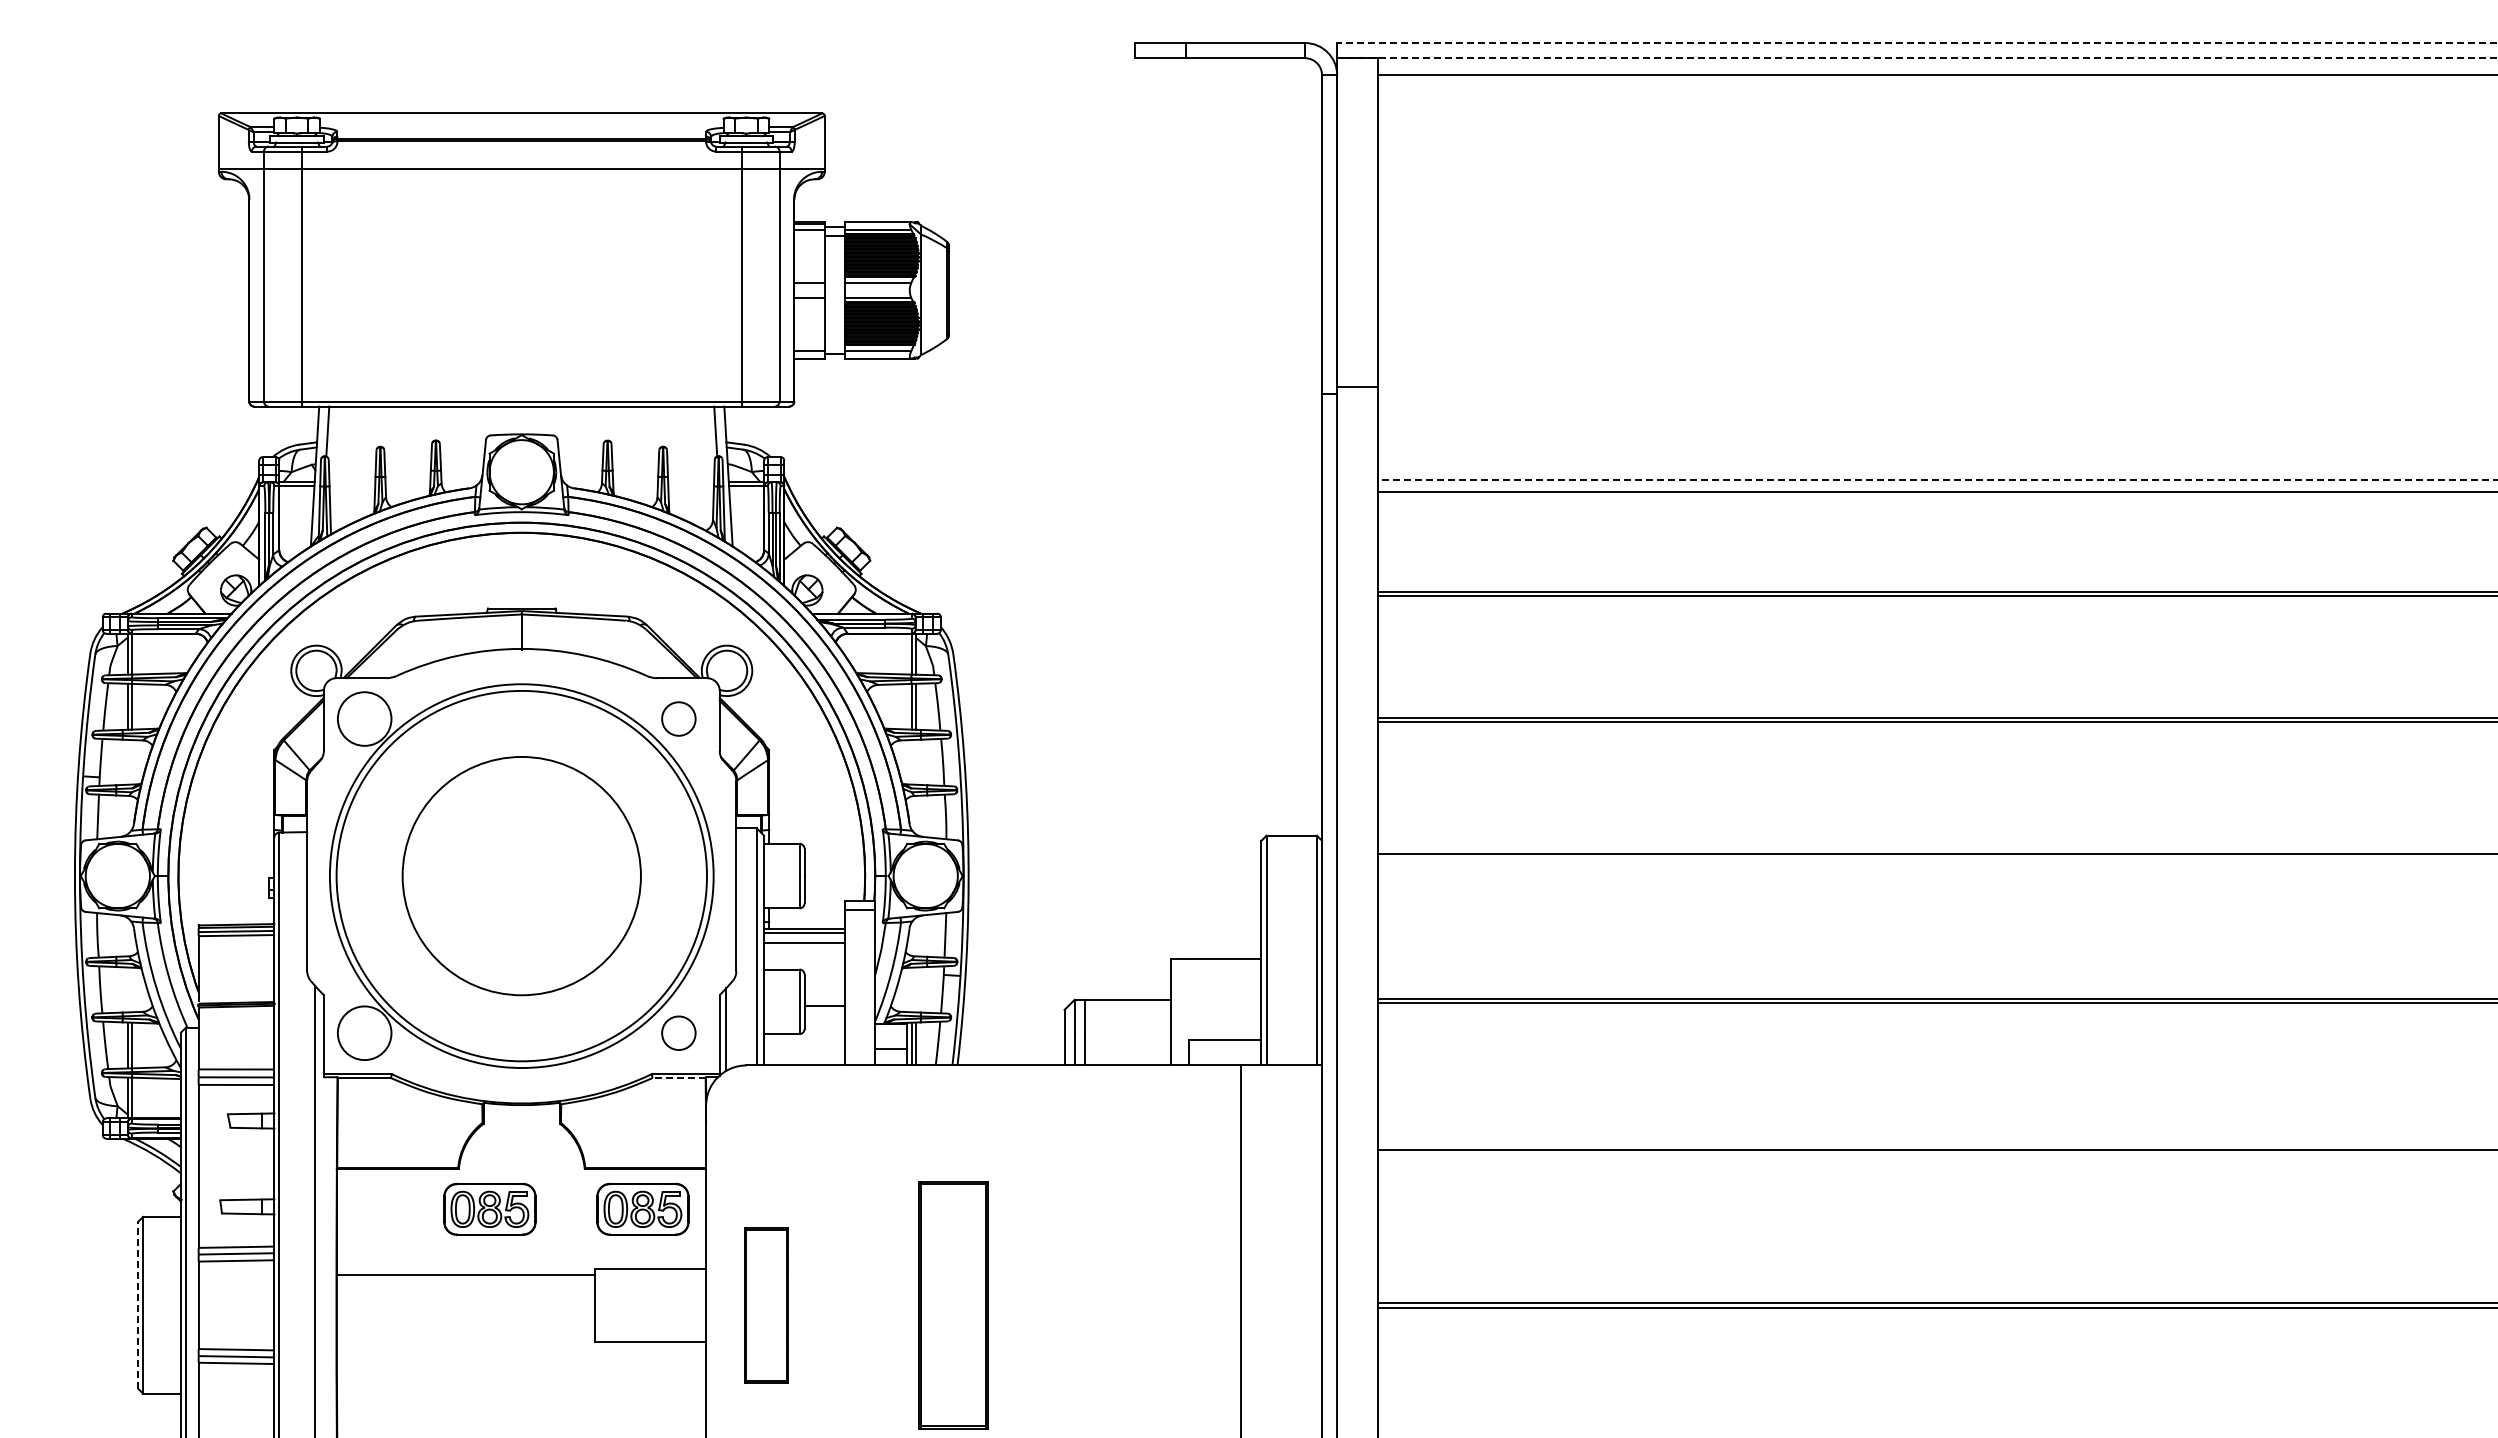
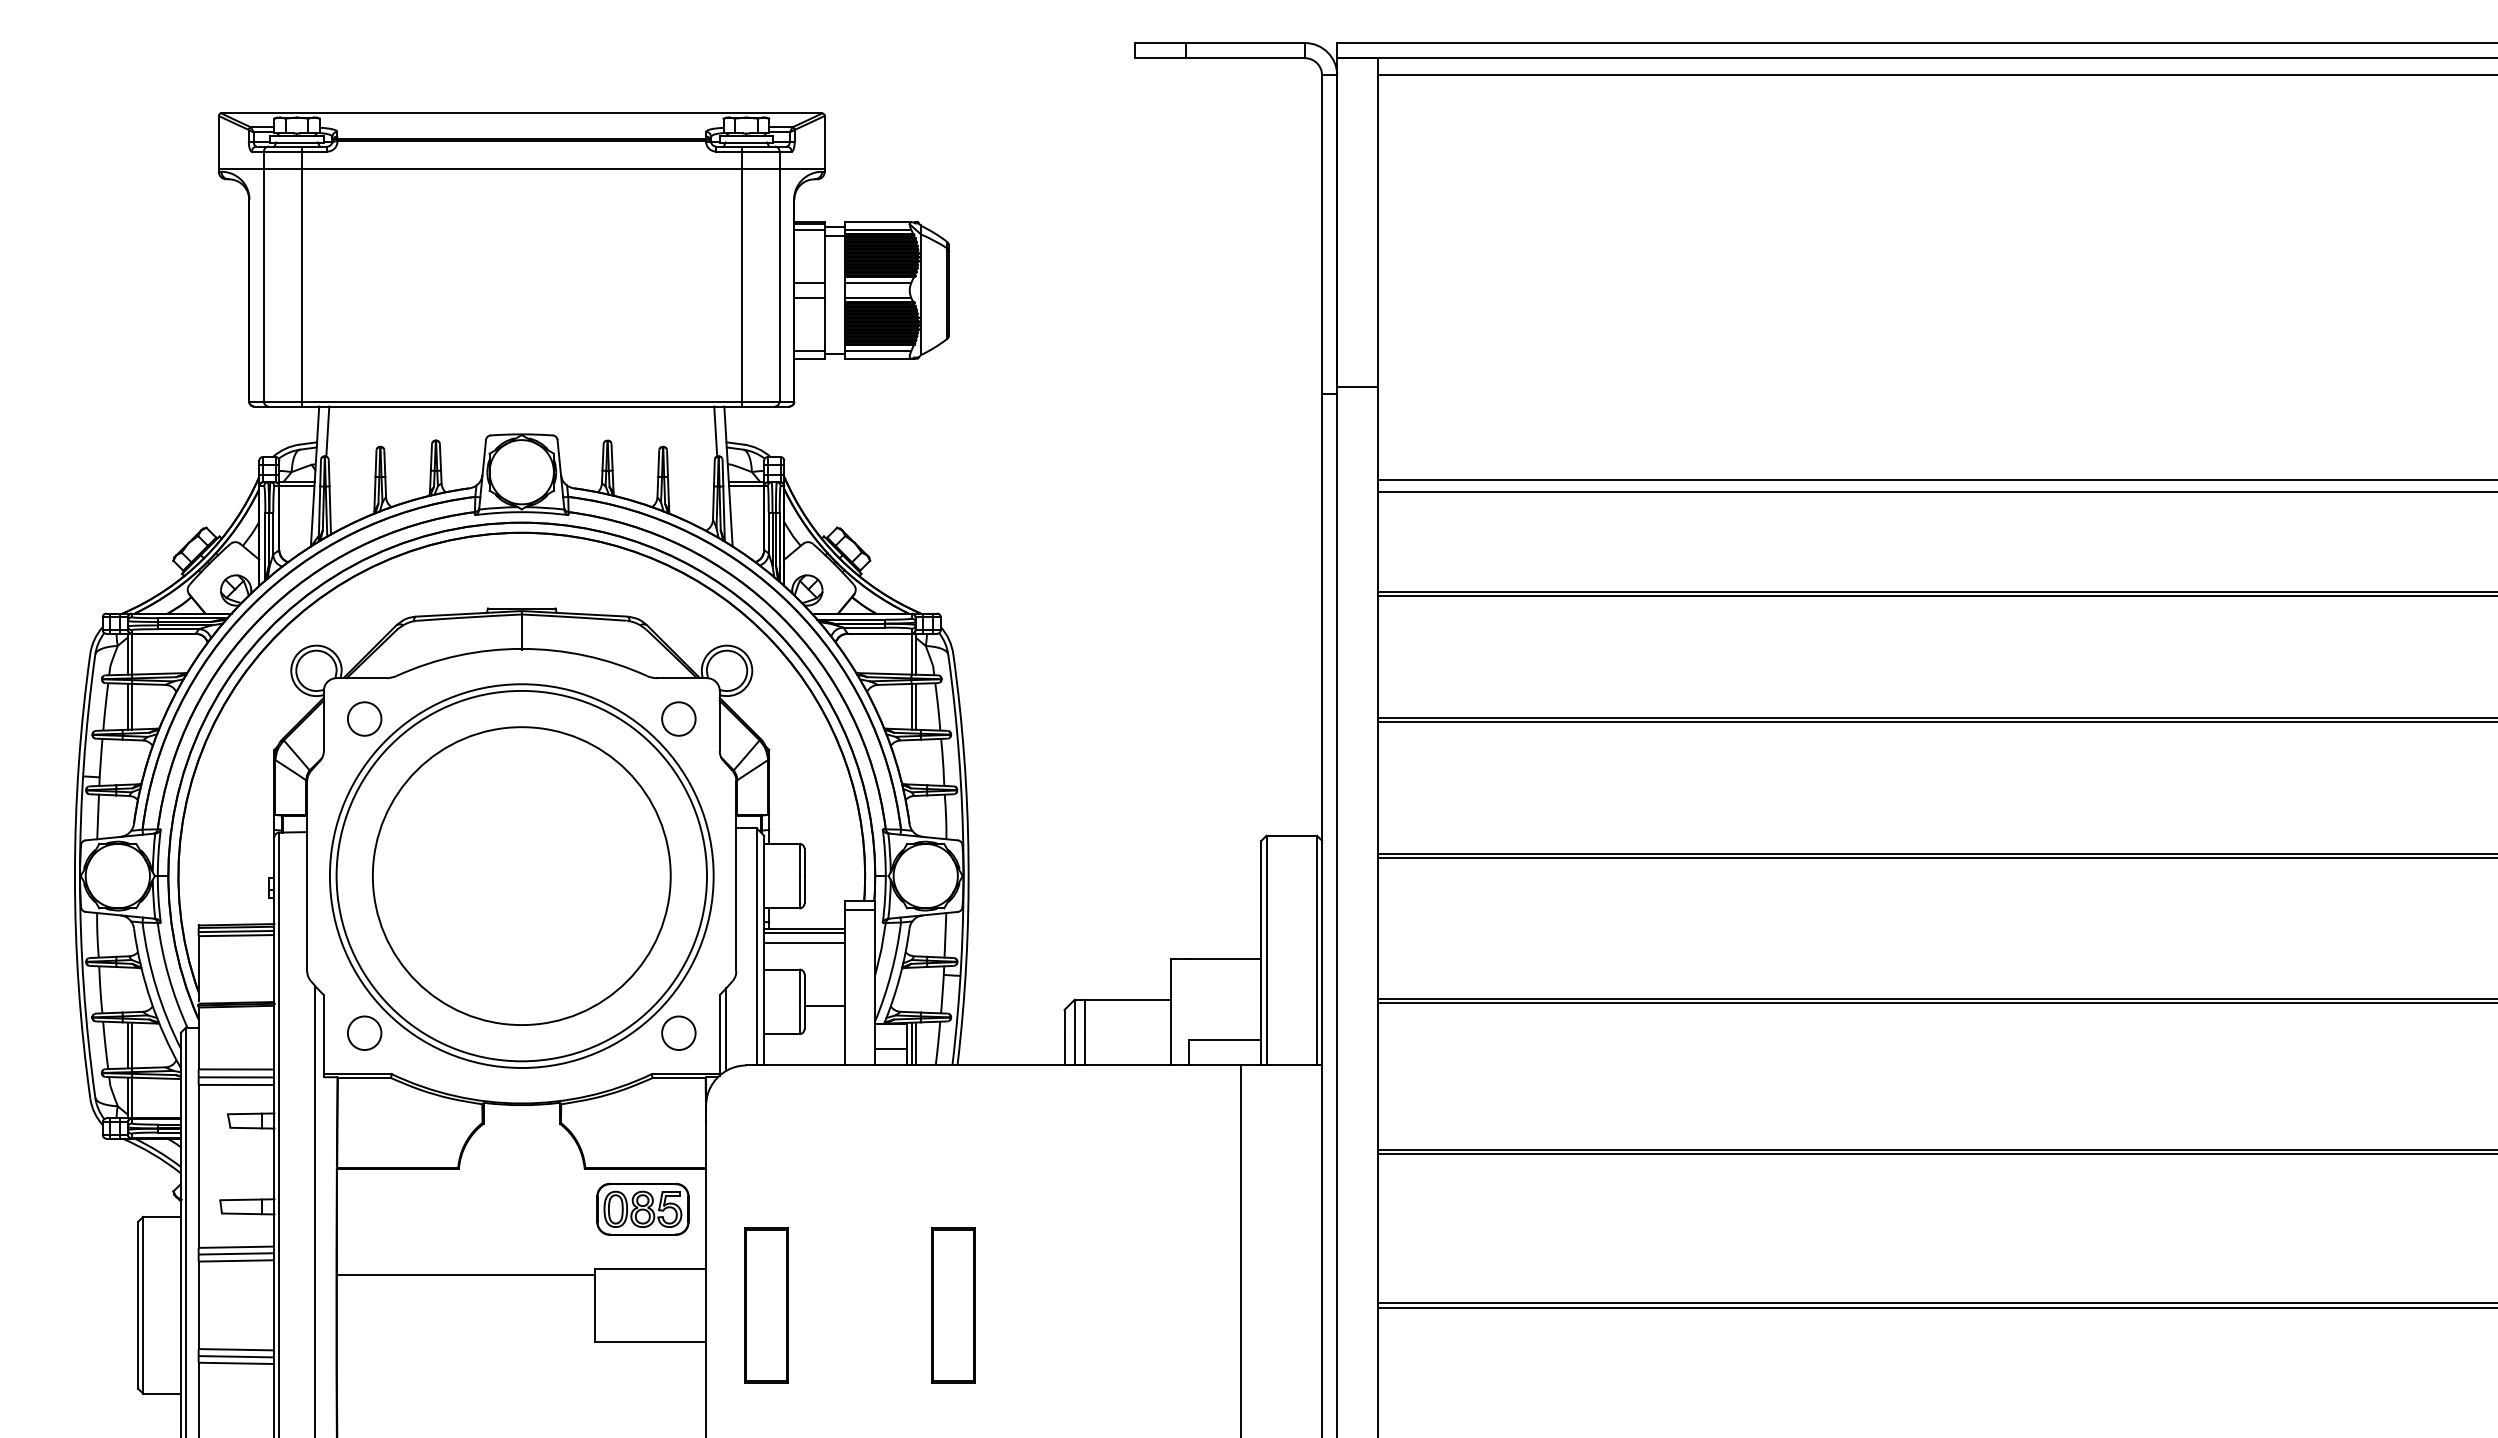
line at (1917, 43): dashed -> solid
line at (1917, 58): dashed -> solid
line at (1937, 479): dashed -> solid
circle at (364, 718) diameter: 54 px -> 34 px
line at (1935, 858): none -> present
circle at (521, 875) diameter: 238 px -> 298 px
circle at (364, 1033) diameter: 54 px -> 34 px
line at (679, 1078): dashed -> solid
line at (1935, 1154): none -> present
part at (489, 1208): present -> none
line at (138, 1304): dashed -> solid
part at (953, 1305) size: 71x249 px -> 45x157 px
